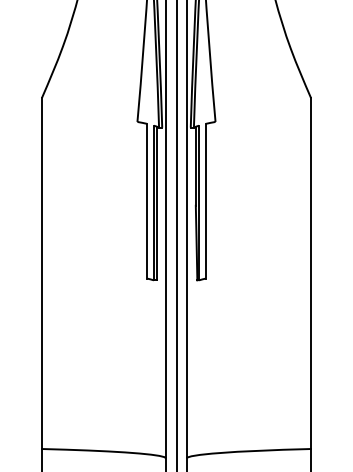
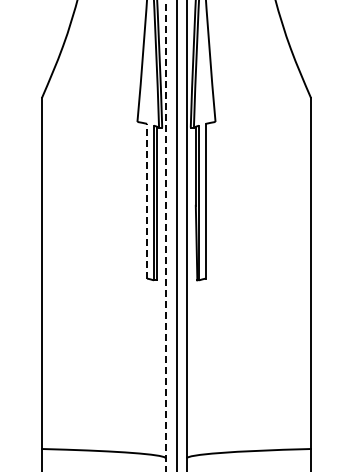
line at (147, 200): solid -> dashed
line at (166, 235): solid -> dashed
